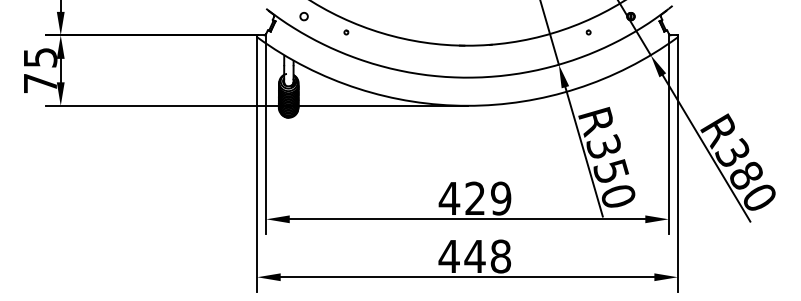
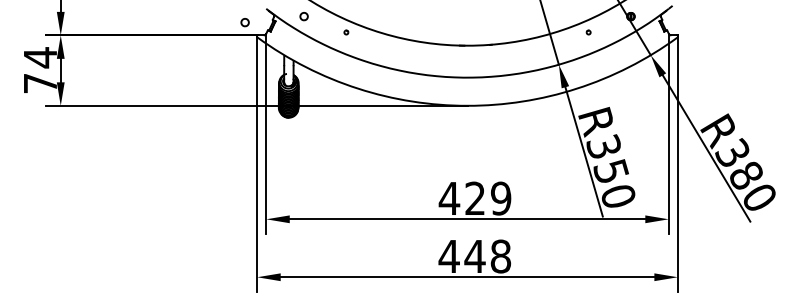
part at (244, 22): none -> present
text at (40, 57): 75 -> 74
